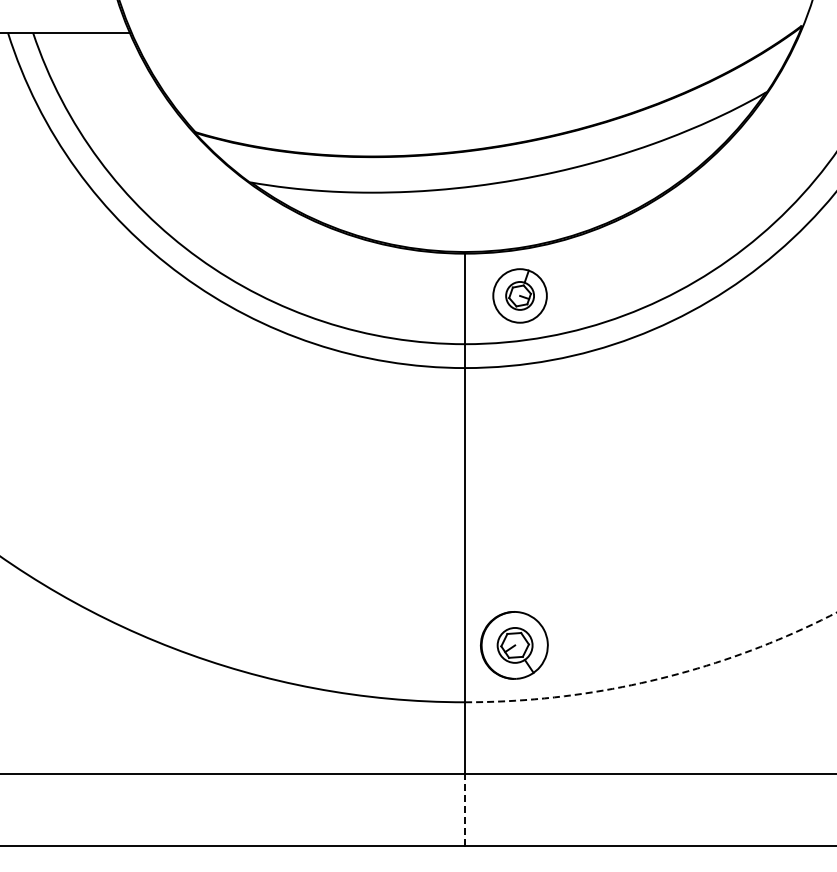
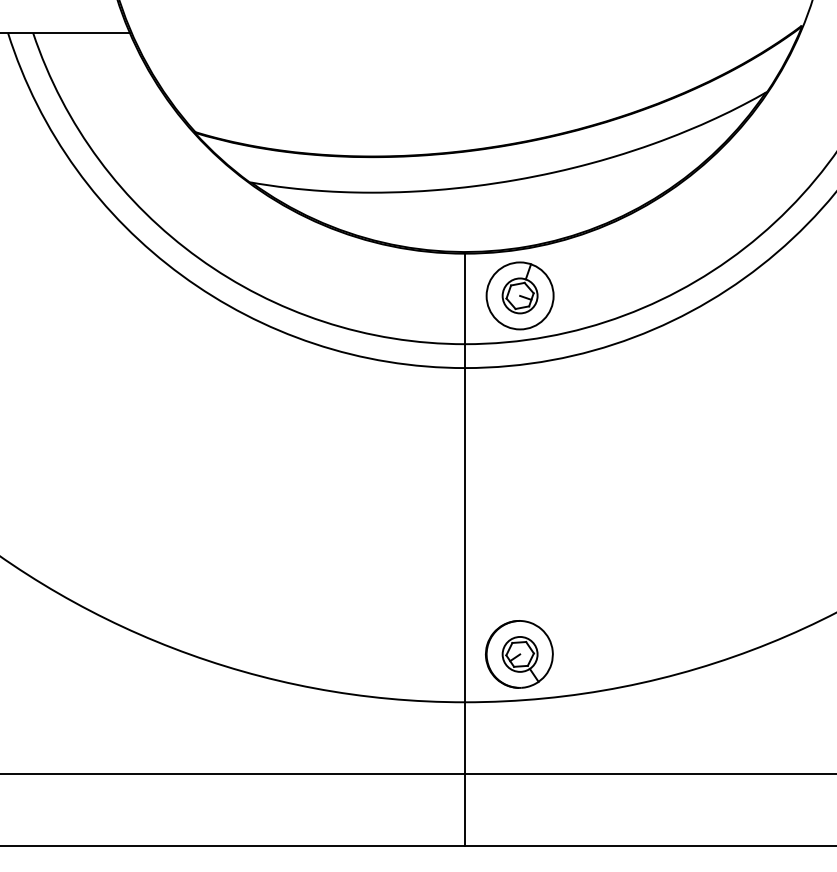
part at (519, 295) size: 56x56 px -> 70x70 px
part at (514, 645) position: (514, 645) -> (519, 654)
arc at (658, 679): dashed -> solid
line at (465, 809): dashed -> solid
